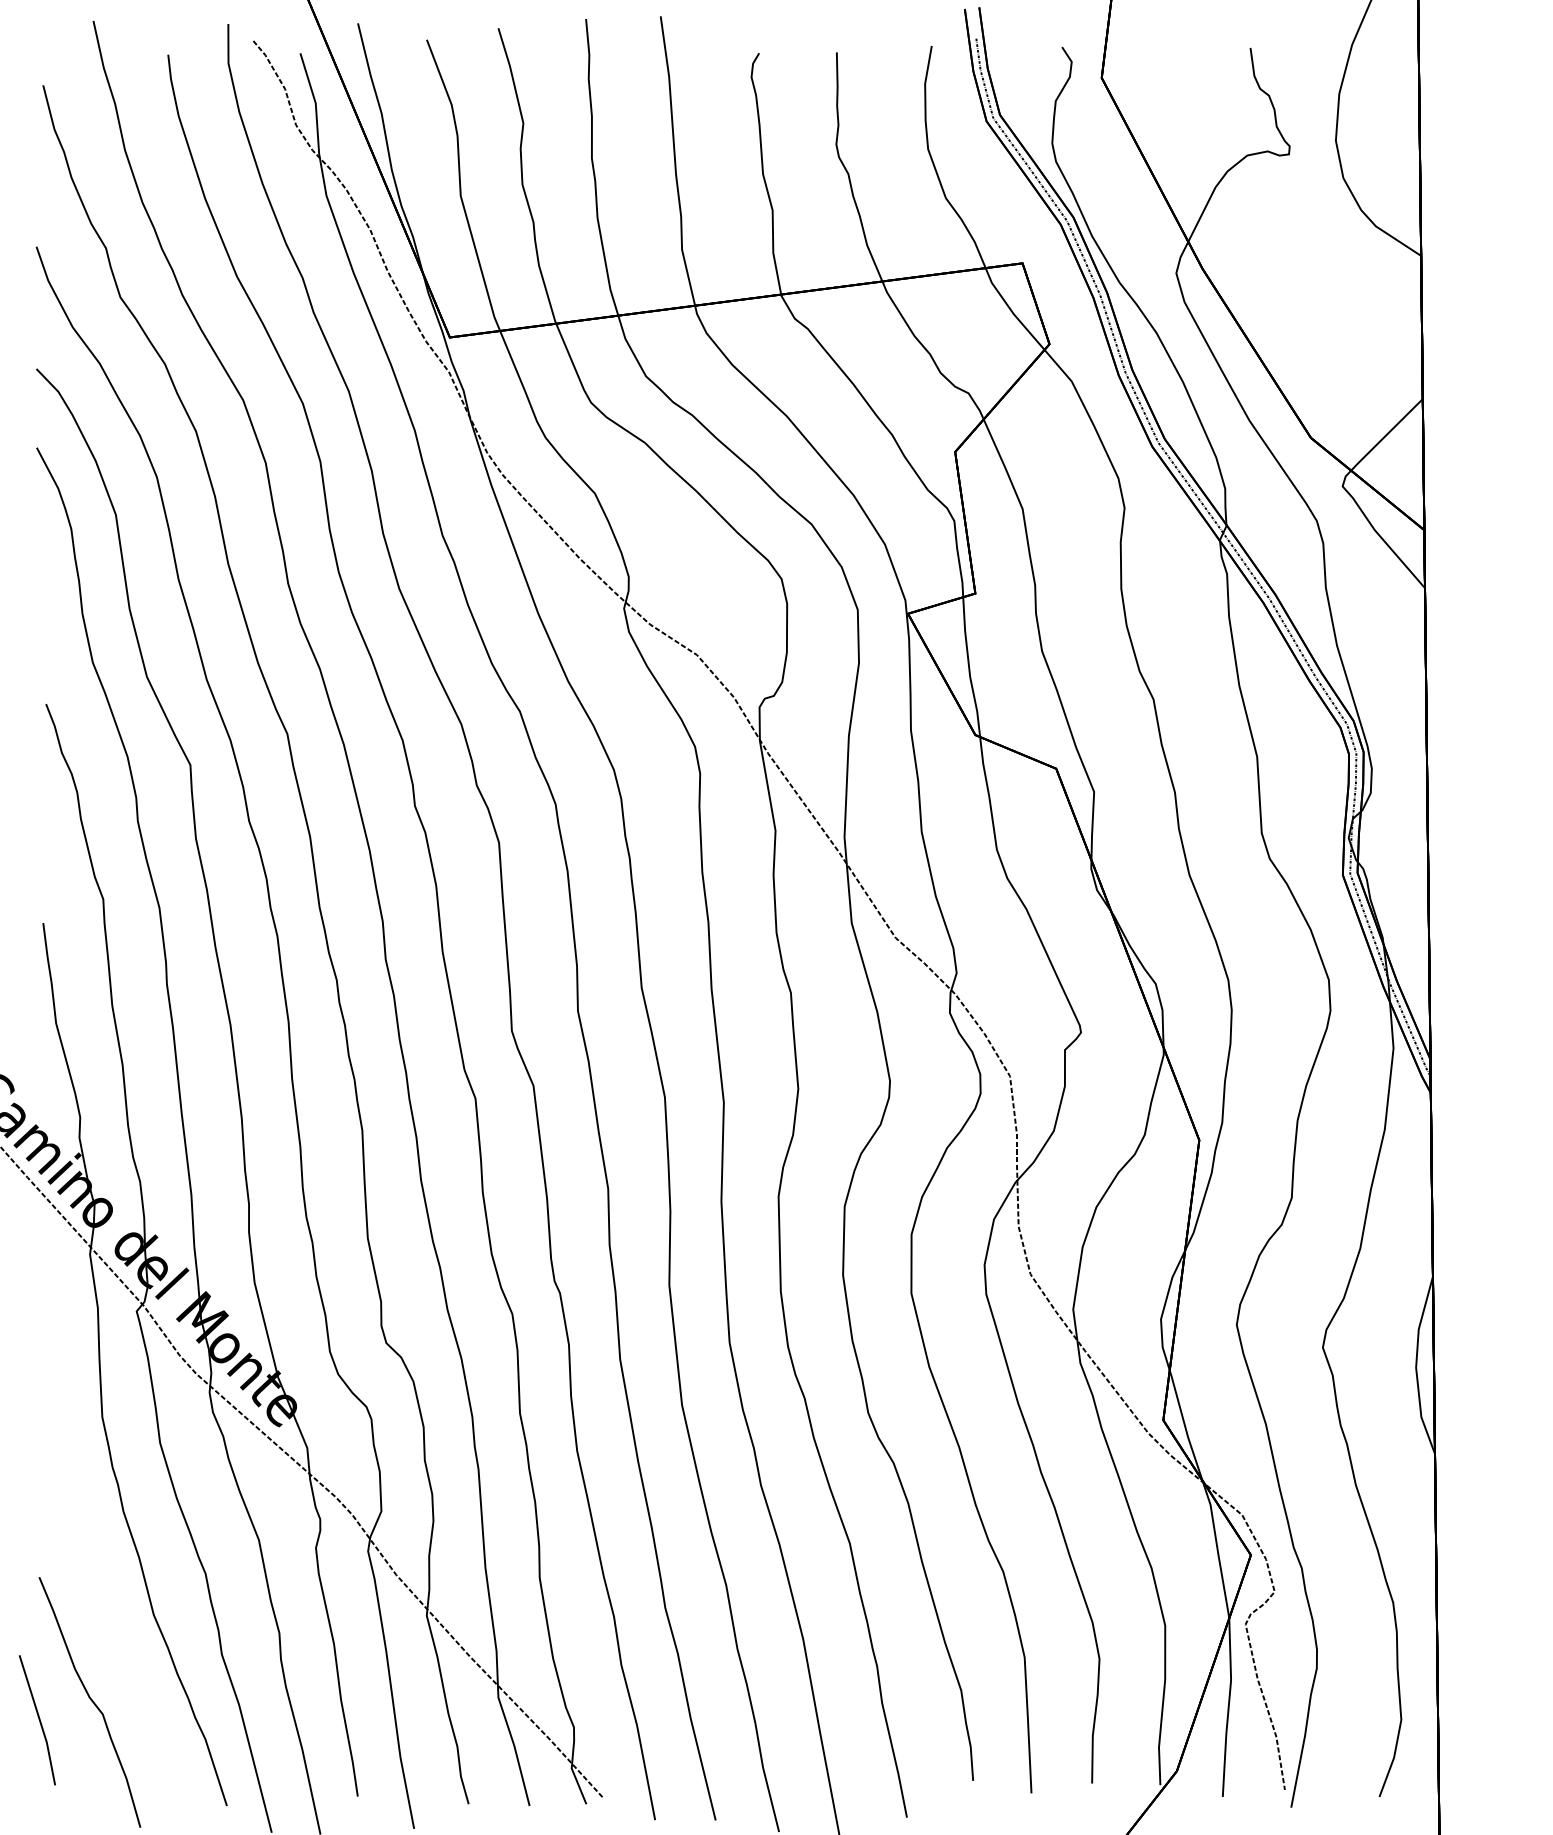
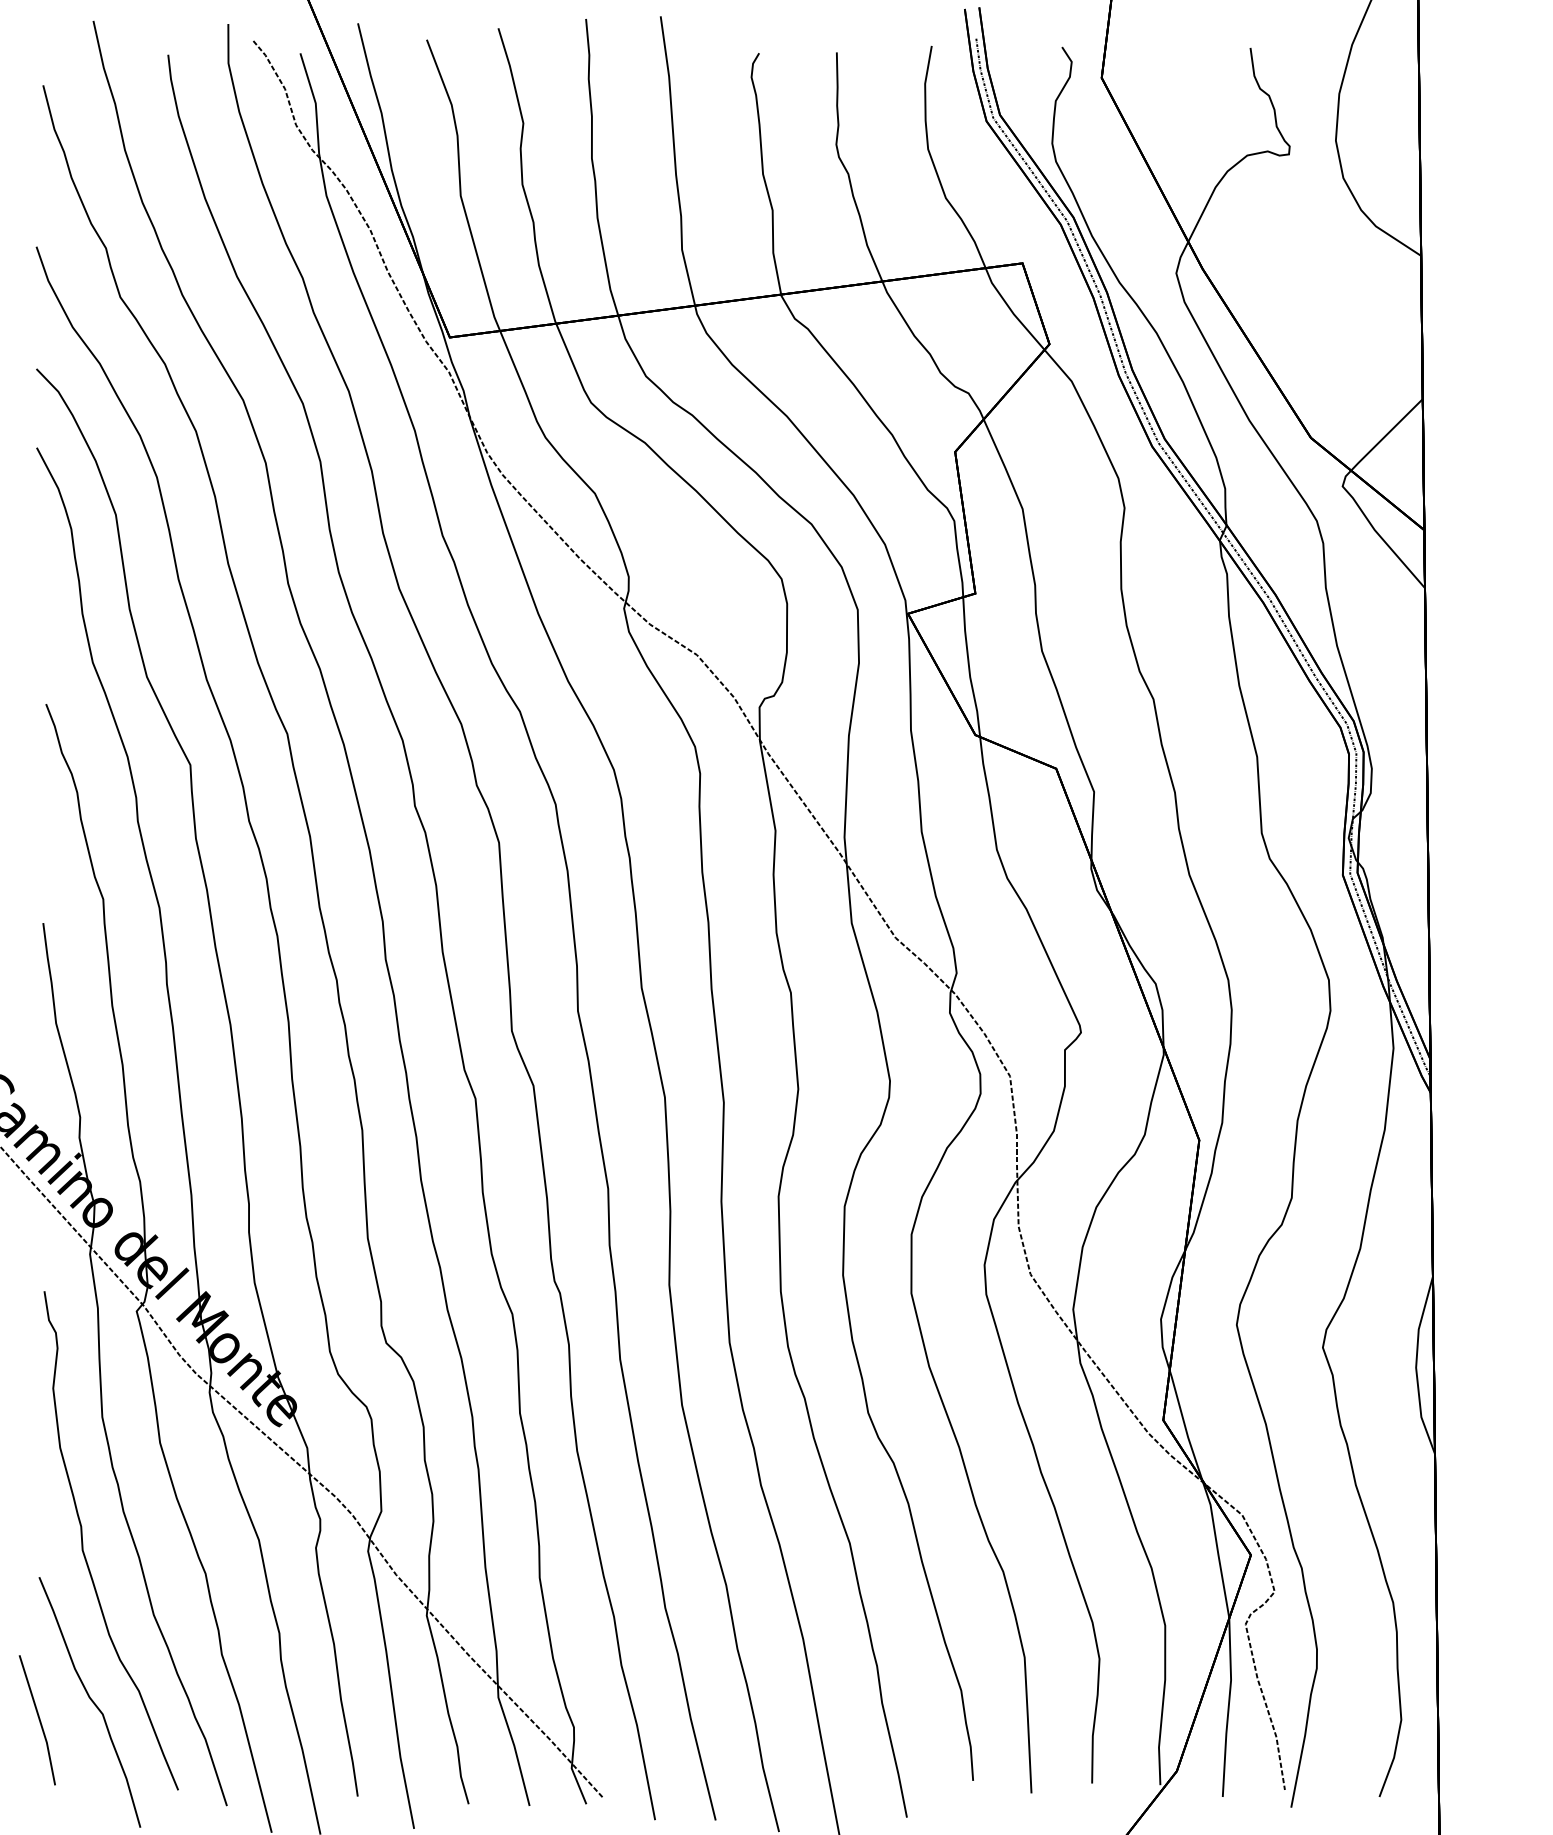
curve at (83, 1542): none -> present
